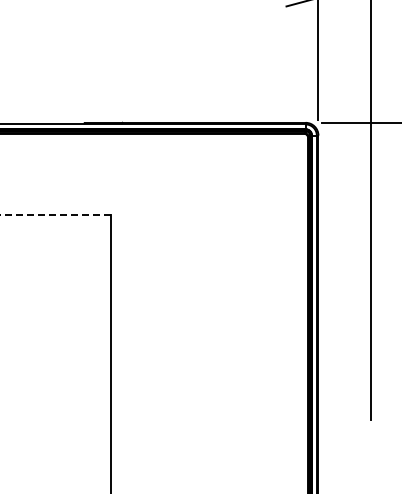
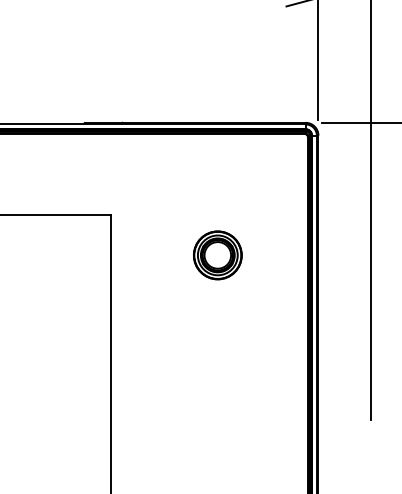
line at (56, 214): dashed -> solid
part at (217, 255): none -> present
